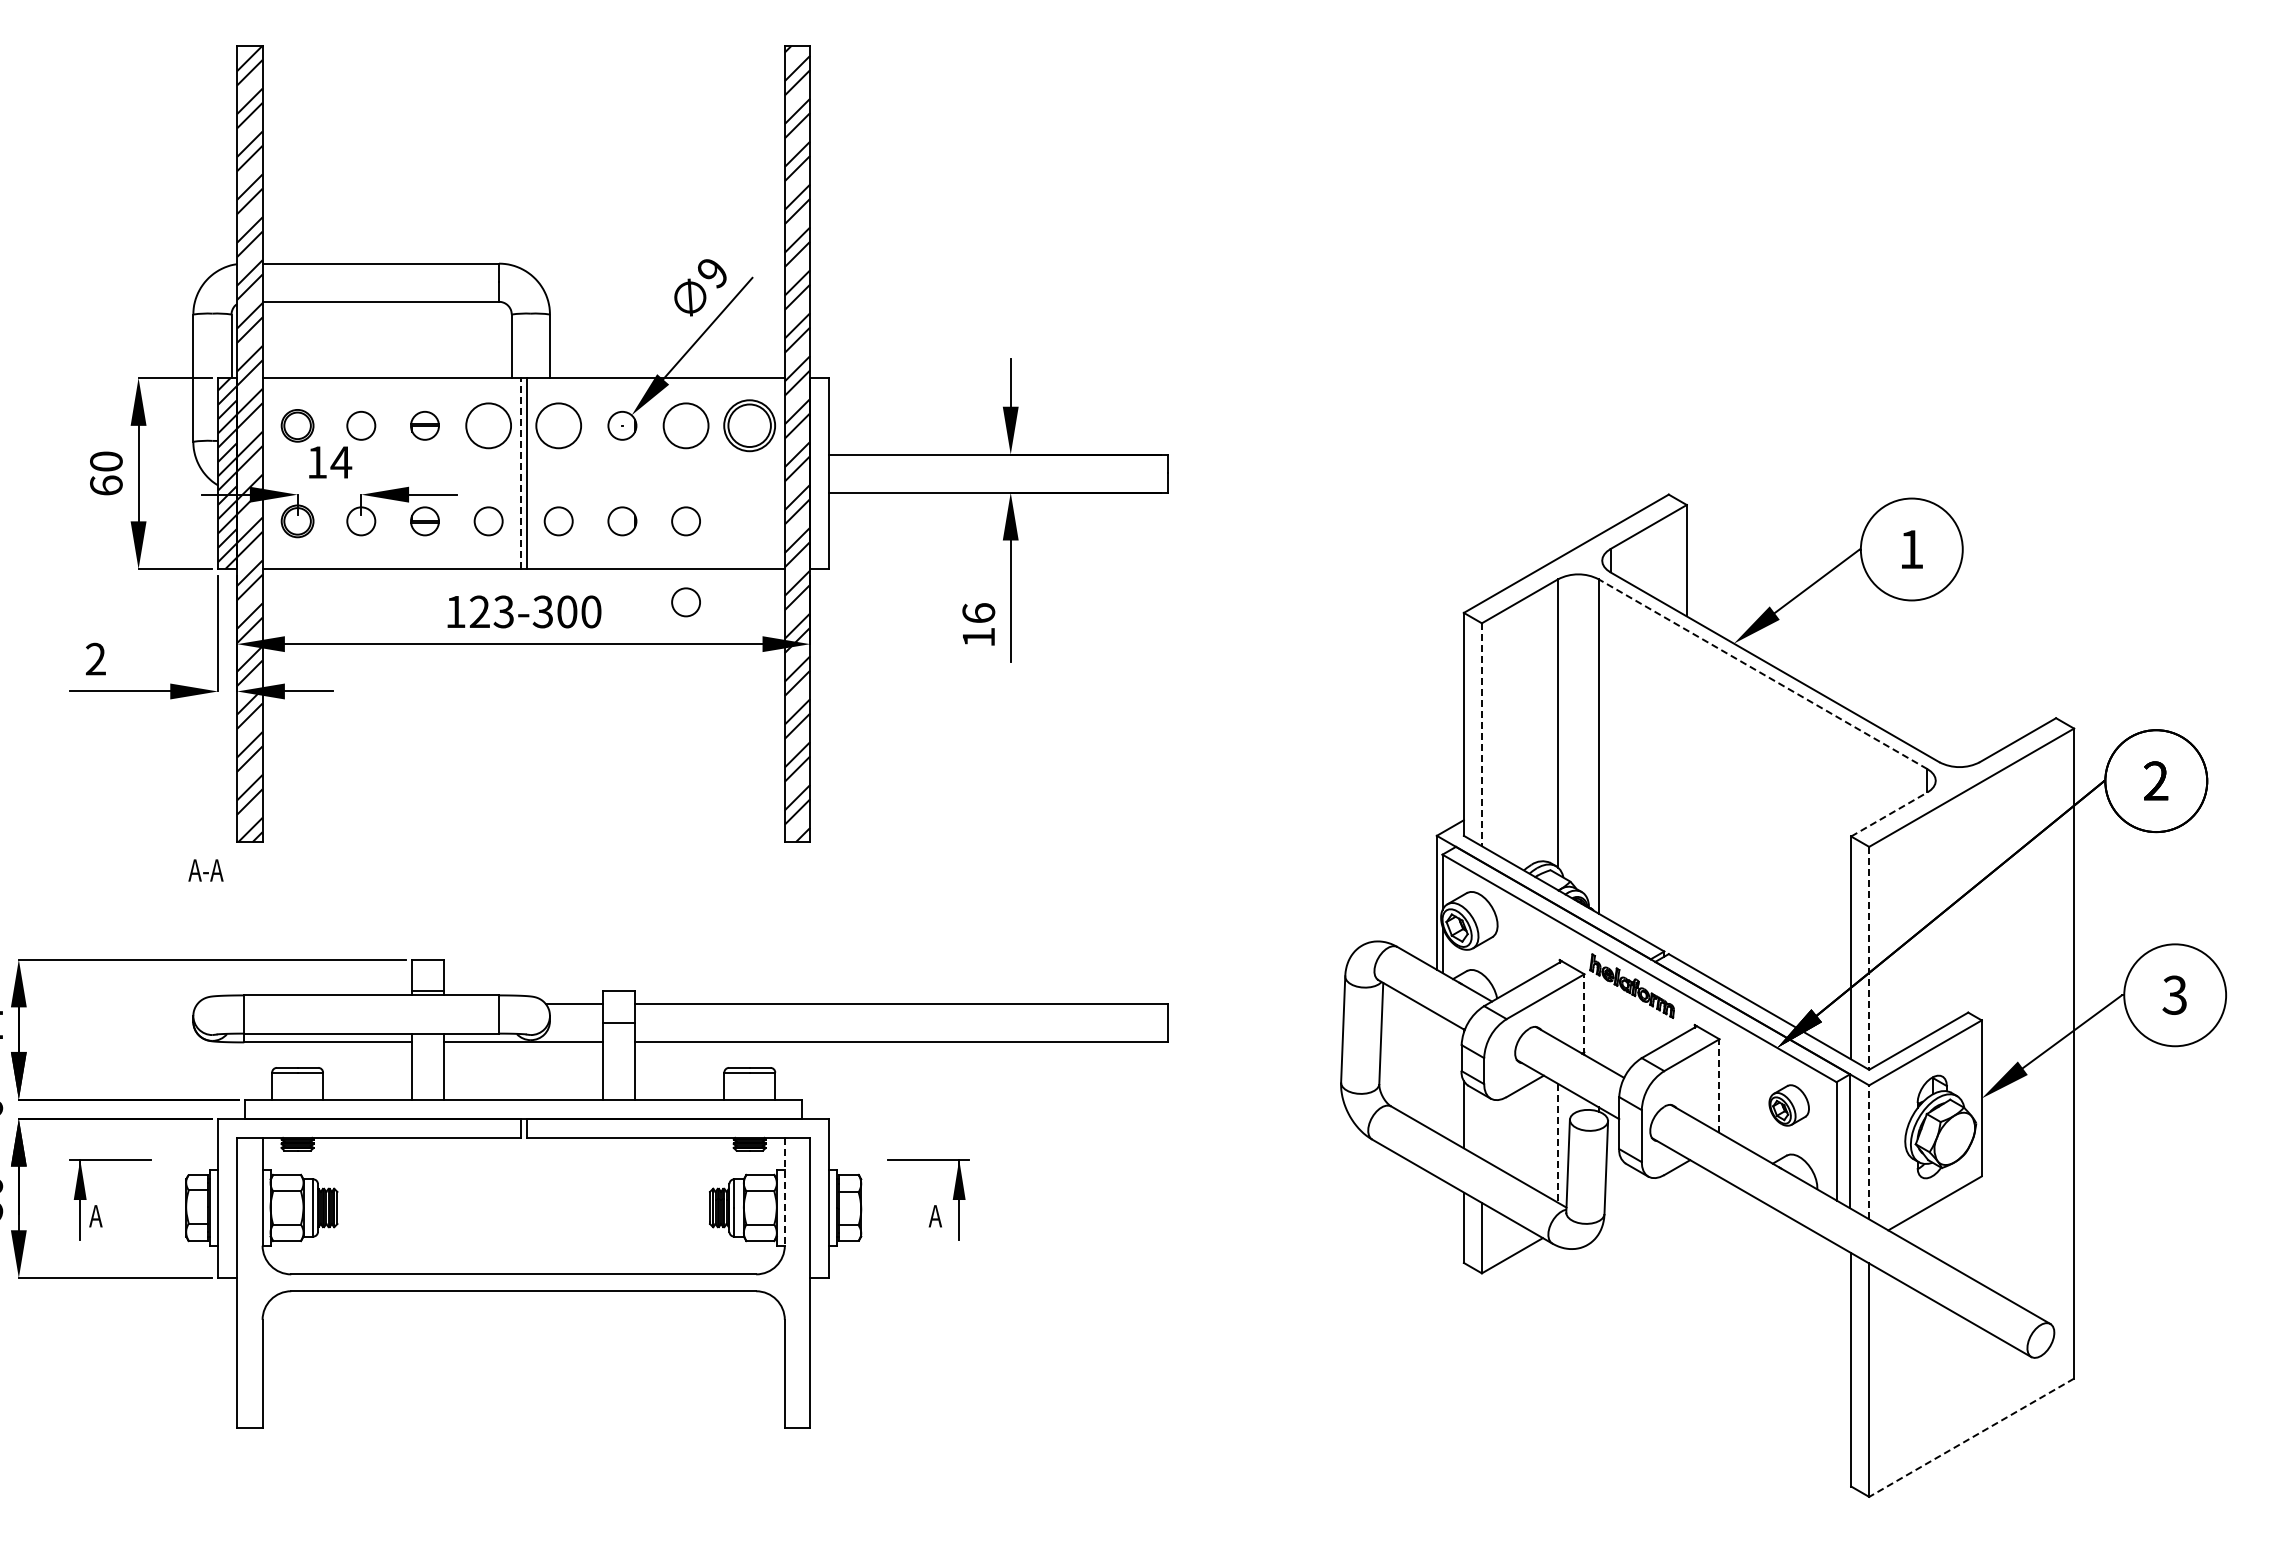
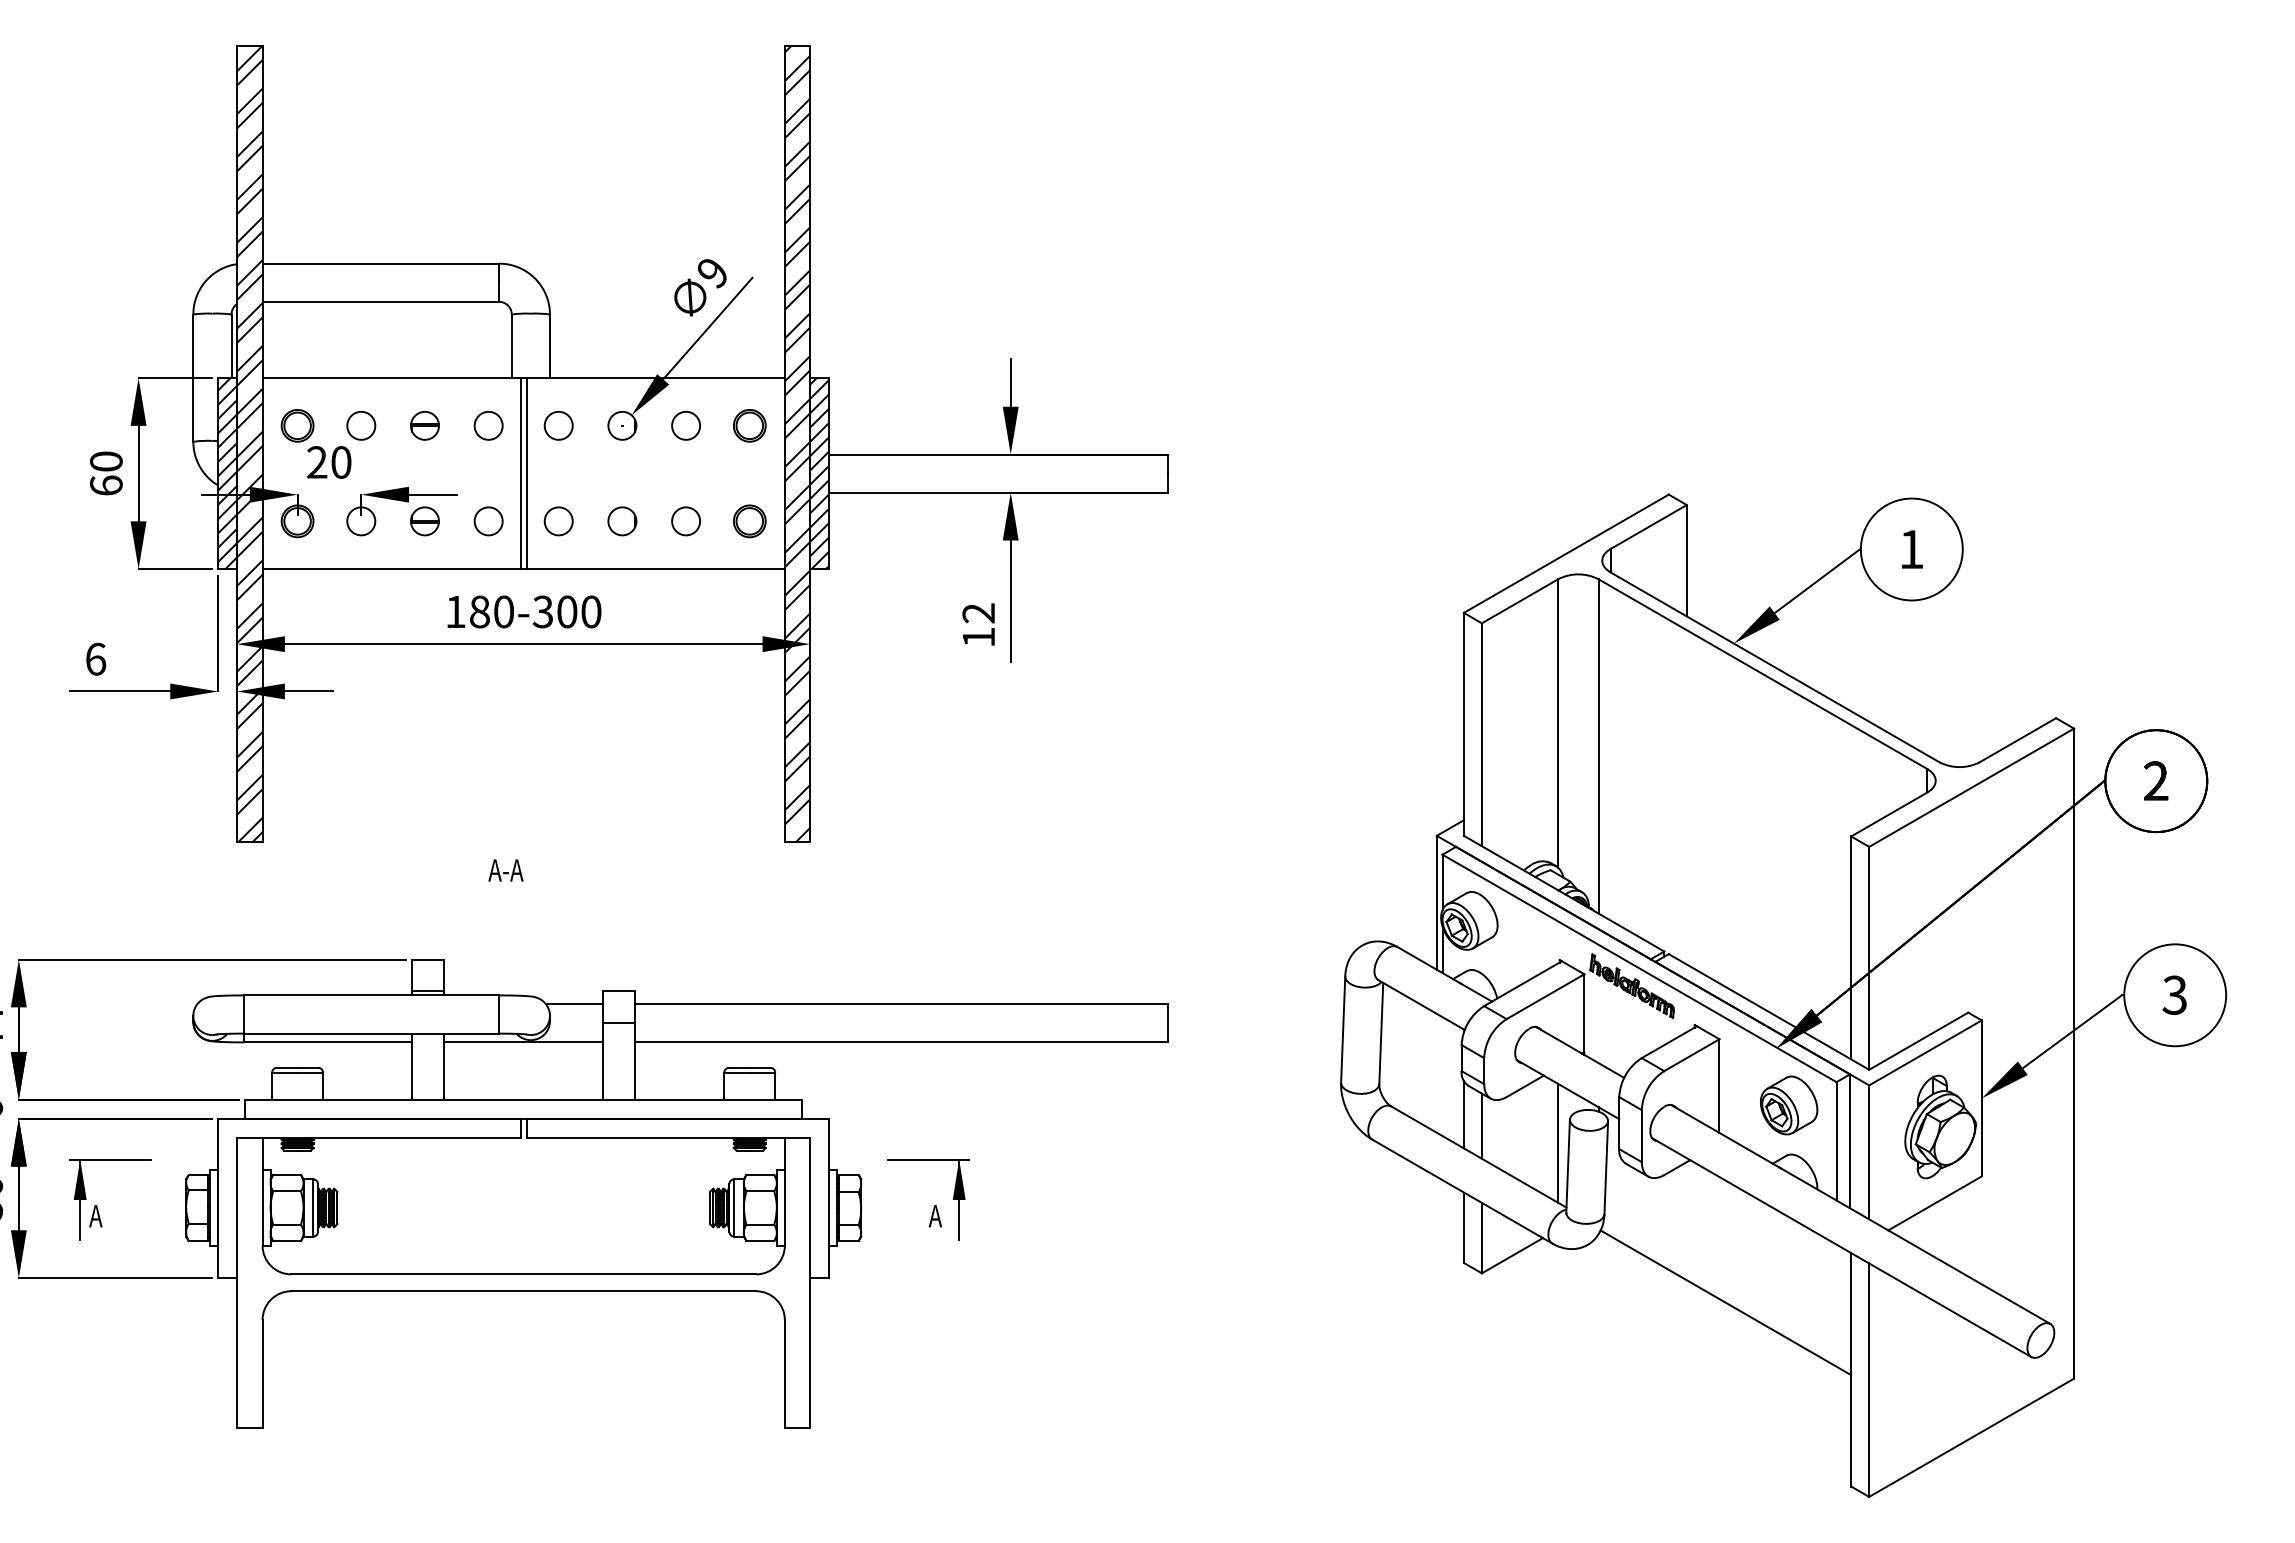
circle at (488, 425) diameter: 45 px -> 28 px
circle at (558, 425) diameter: 45 px -> 28 px
circle at (685, 425) diameter: 45 px -> 28 px
part at (749, 425) size: 53x54 px -> 34x34 px
text at (329, 462): 14 -> 20
line at (520, 473): dashed -> solid
hatch at (819, 473): none -> present
part at (749, 521): none -> present
circle at (685, 602): present -> none
text at (491, 611): 123-300 -> 180-300
text at (978, 613): 16 -> 12
text at (95, 658): 2 -> 6
line at (1763, 674): dashed -> solid
line at (1481, 735): dashed -> solid
line at (1889, 814): dashed -> solid
text at (205, 870) position: (205, 870) -> (505, 870)
line at (1869, 958): dashed -> solid
line at (1584, 1014): dashed -> solid
line at (1719, 1086): dashed -> solid
part at (1788, 1105) size: 42x43 px -> 59x61 px
line at (1481, 1125): none -> present
line at (1558, 1143): dashed -> solid
line at (1869, 1152): dashed -> solid
line at (784, 1191): dashed -> solid
line at (1725, 1302): none -> present
line at (1971, 1438): dashed -> solid
